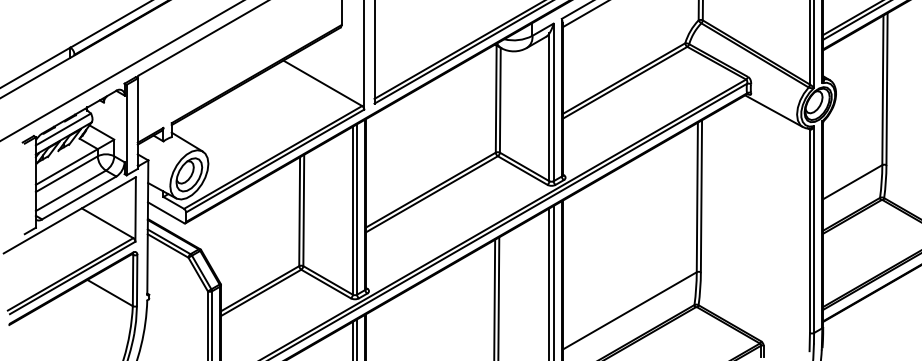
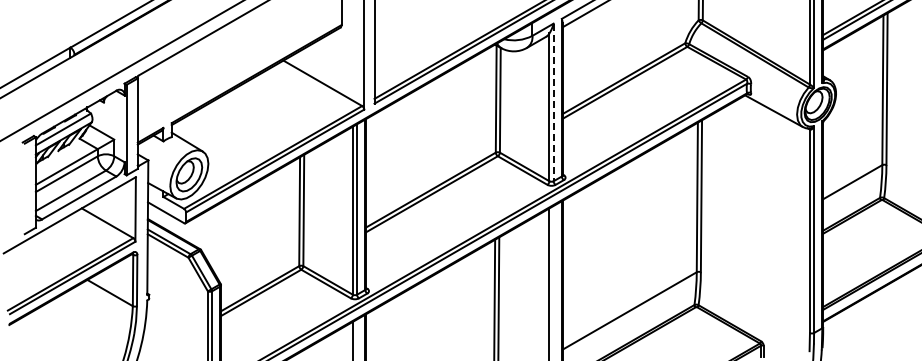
line at (553, 102): solid -> dashed
line at (553, 281): present -> none
line at (357, 338): present -> none
